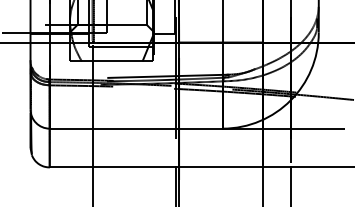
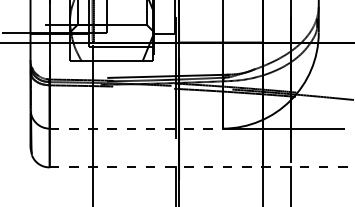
line at (136, 128): solid -> dashed
line at (202, 167): solid -> dashed
